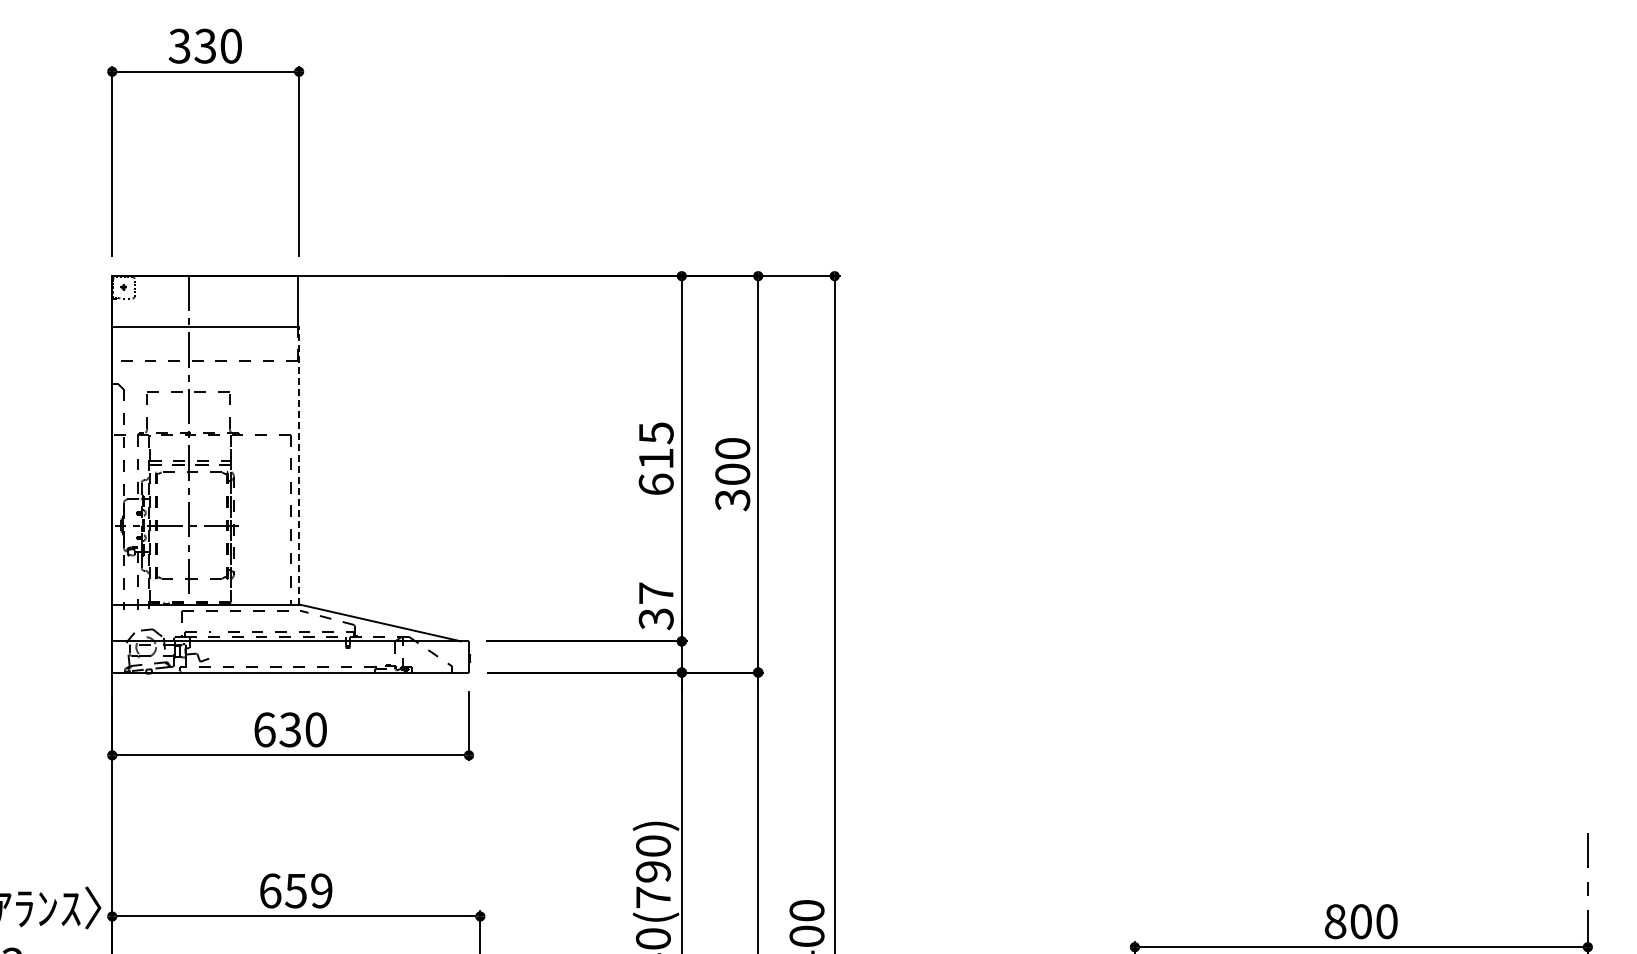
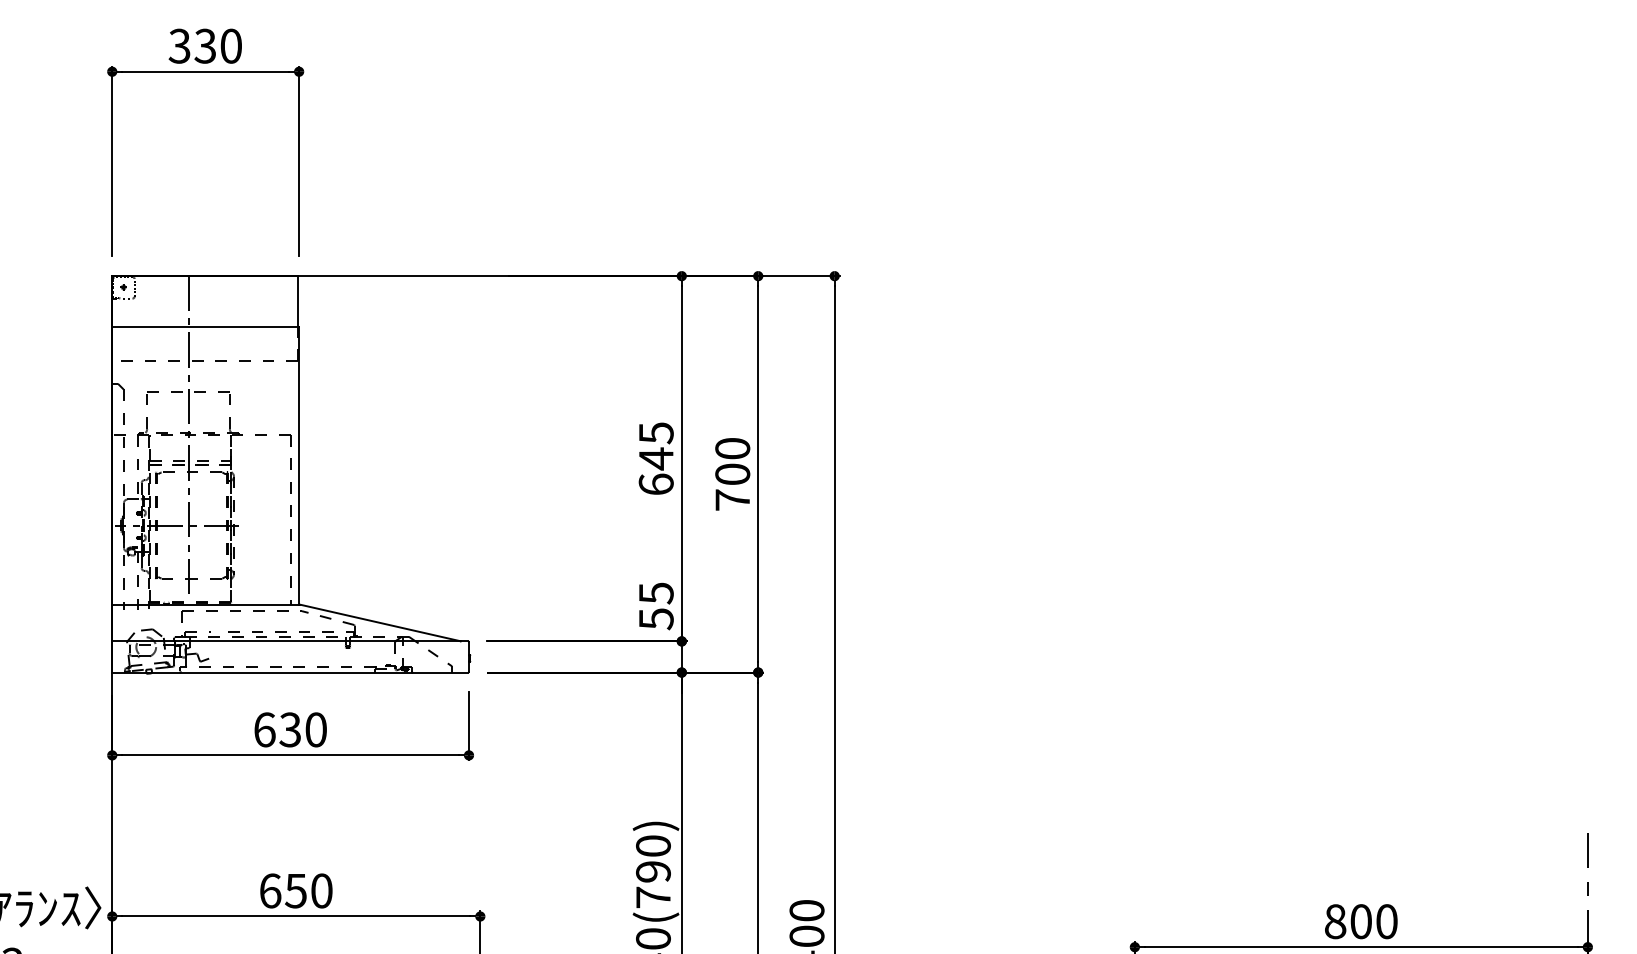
text at (656, 458): 615 -> 645
line at (299, 465): dashed -> solid
text at (732, 500): 300 -> 700
text at (655, 606): 37 -> 55
text at (321, 890): 659 -> 650
